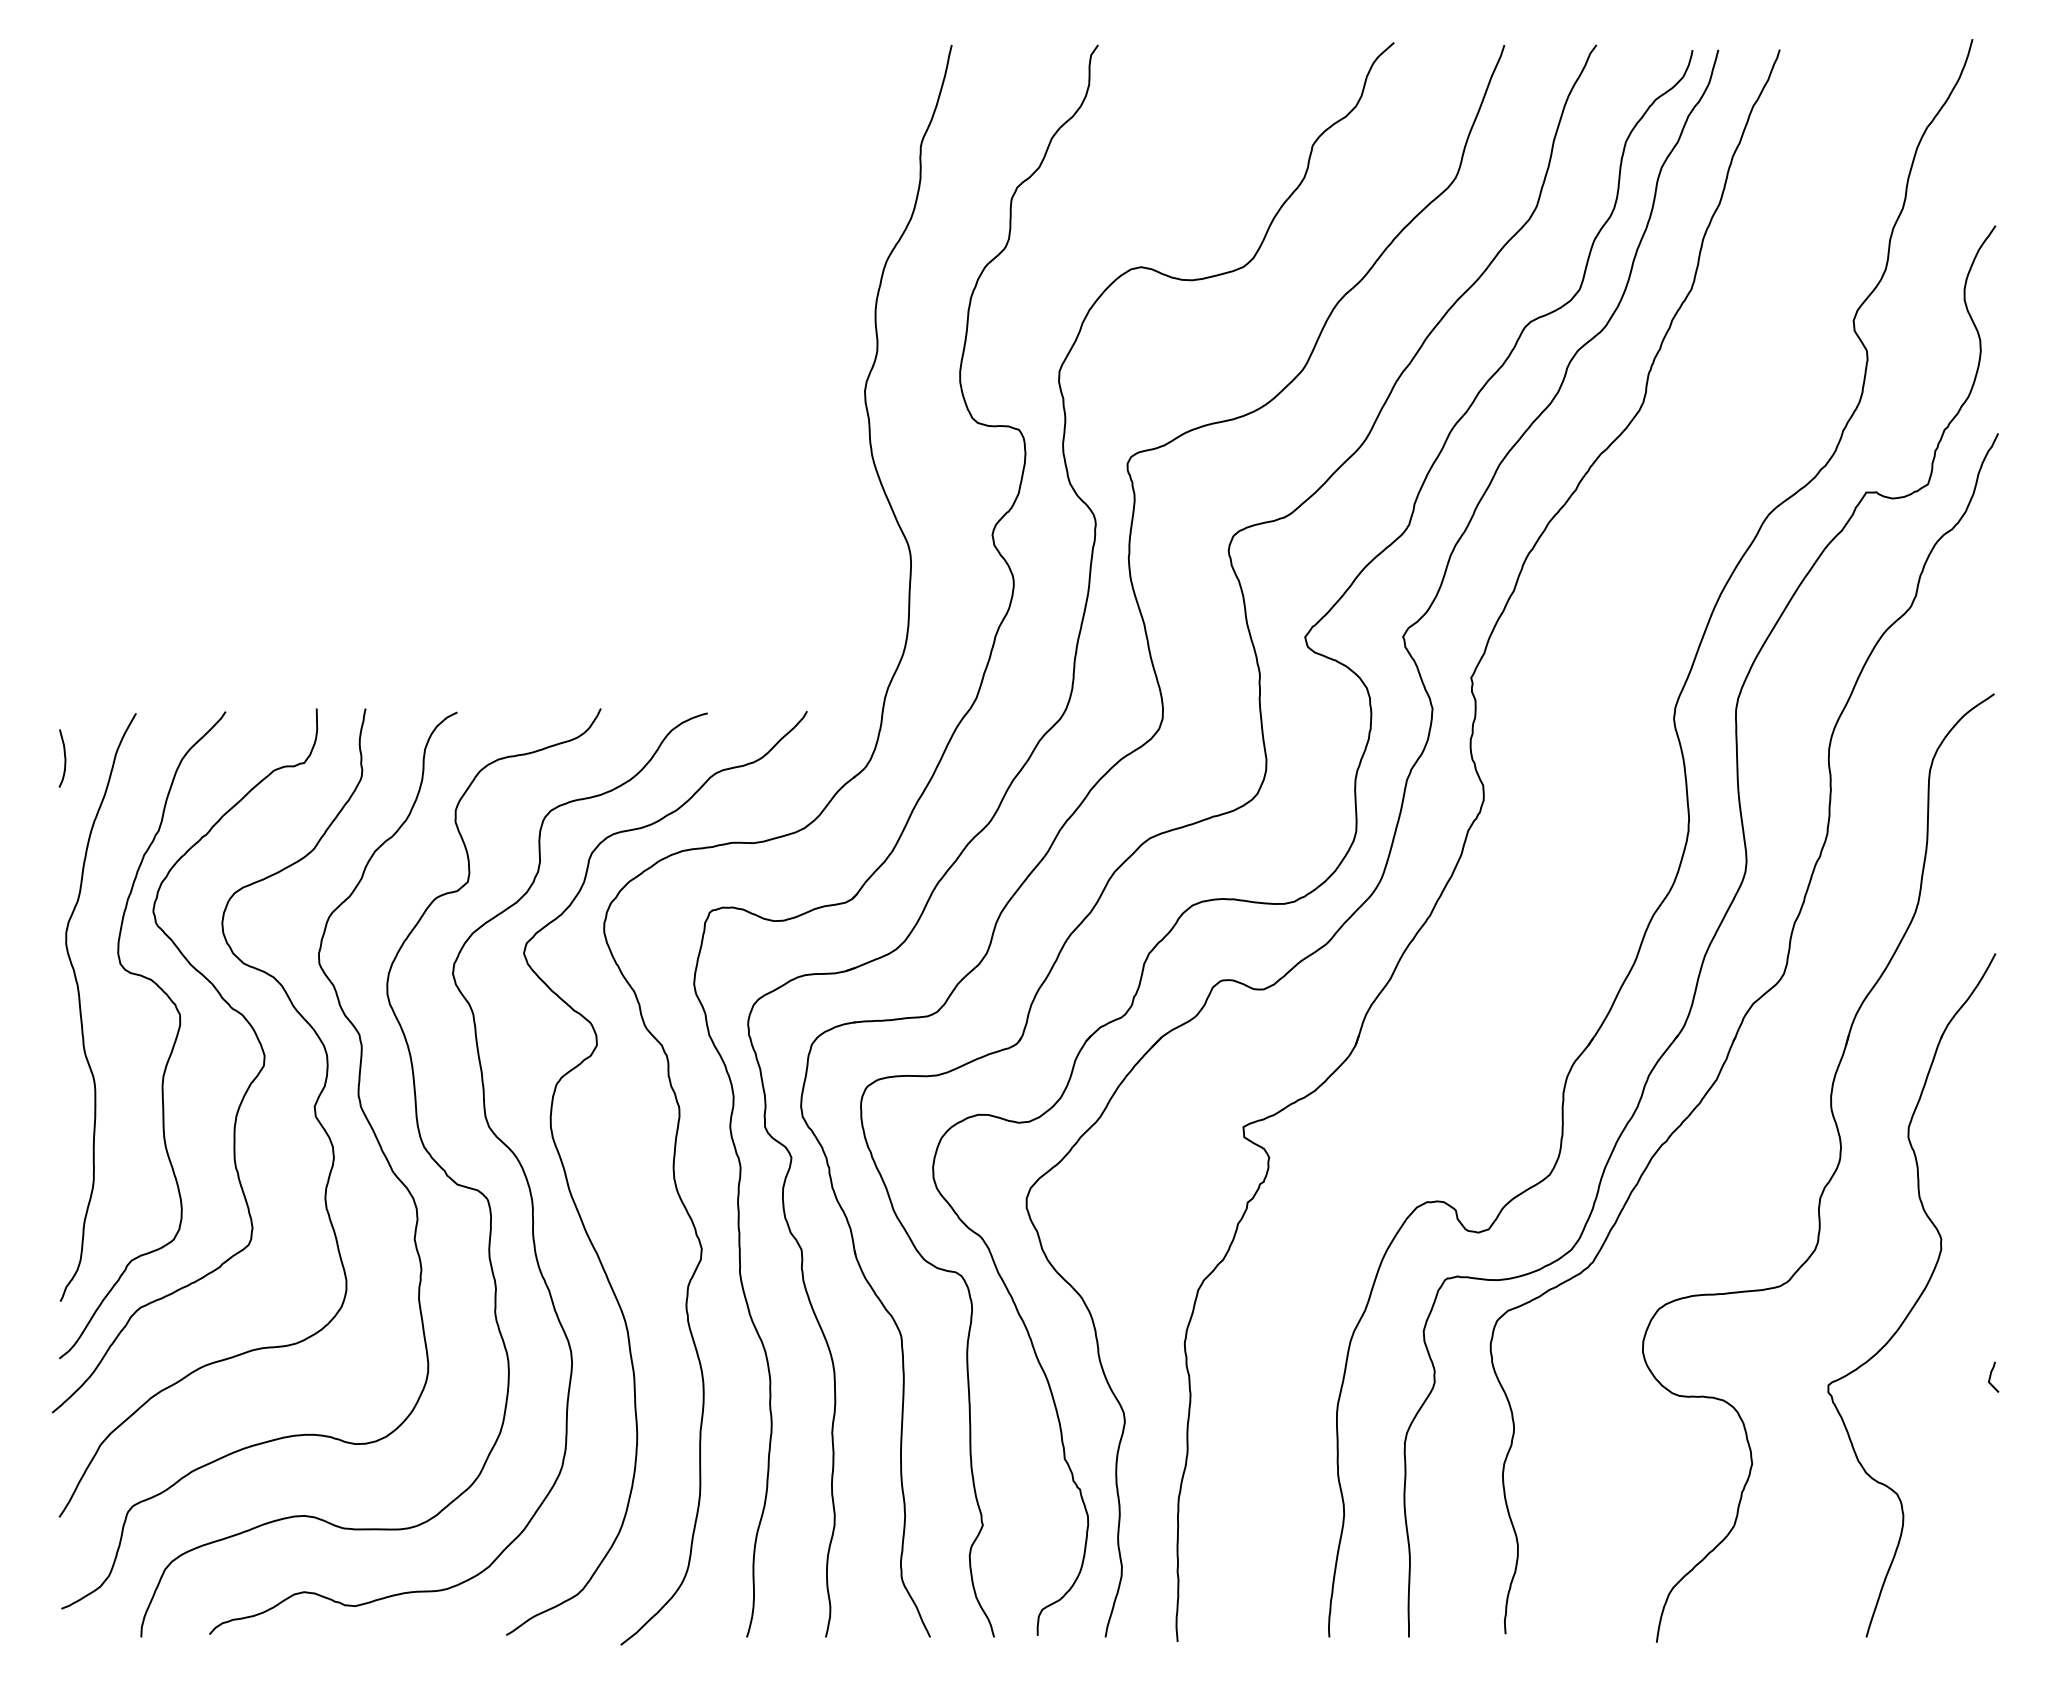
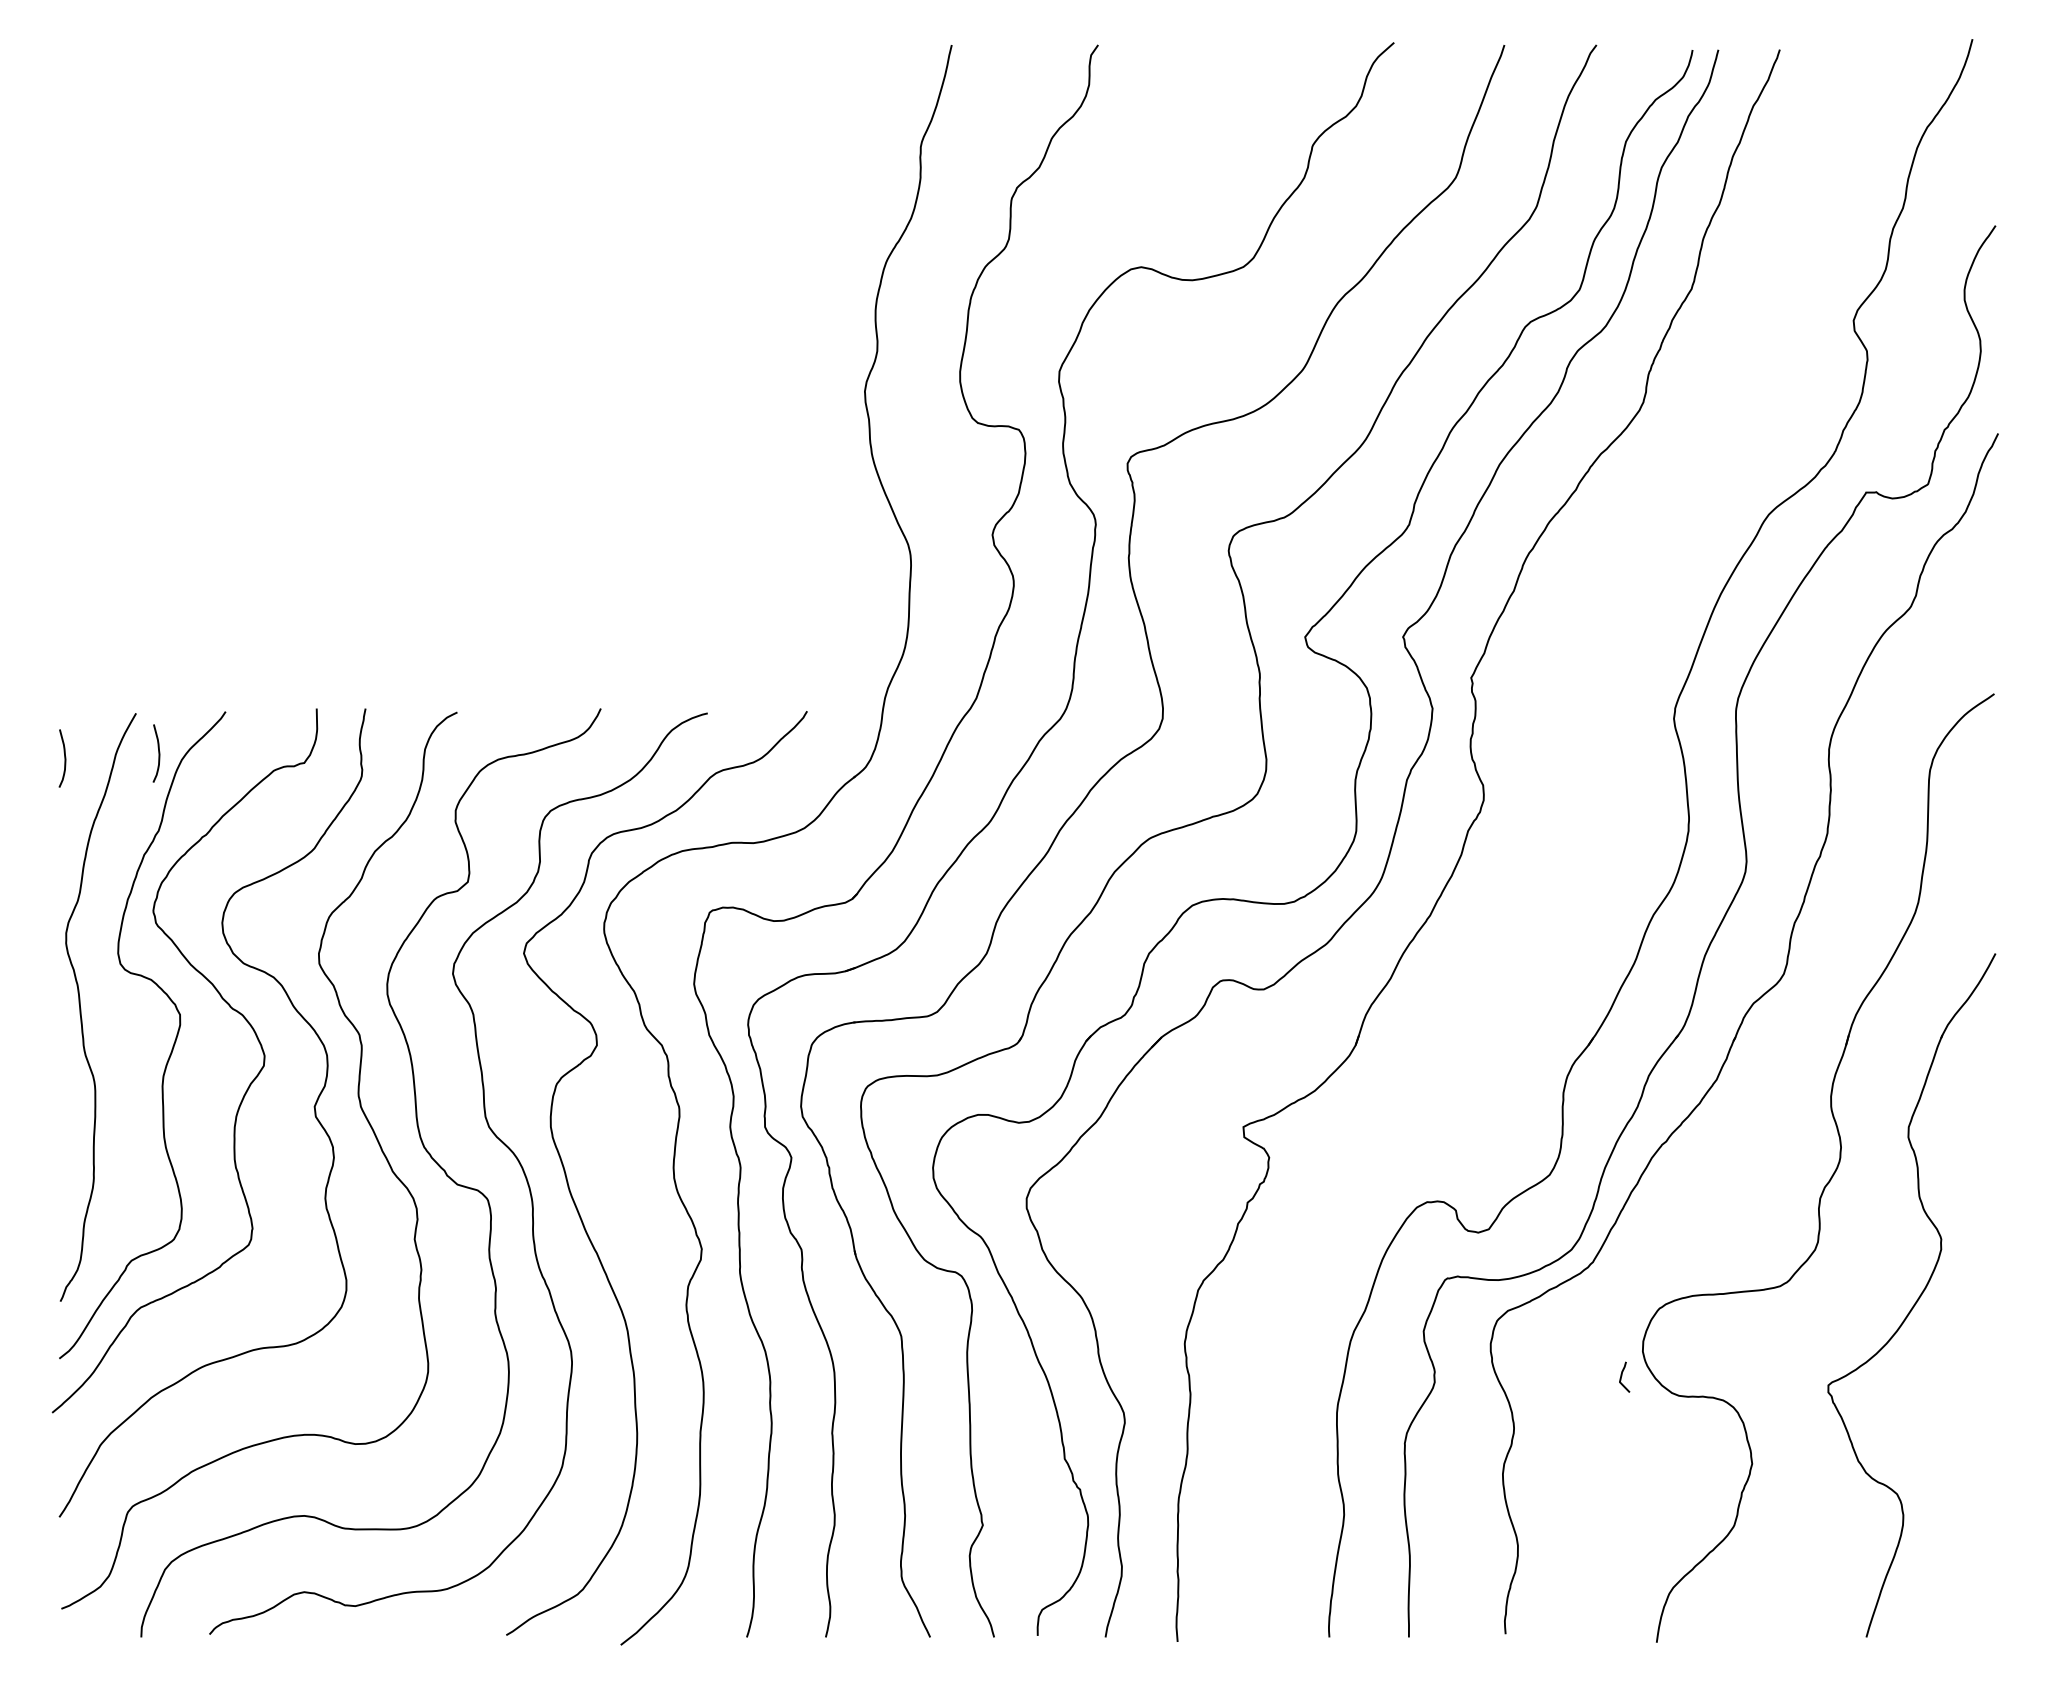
curve at (158, 753): none -> present
curve at (1991, 1376) position: (1991, 1376) -> (1622, 1376)
